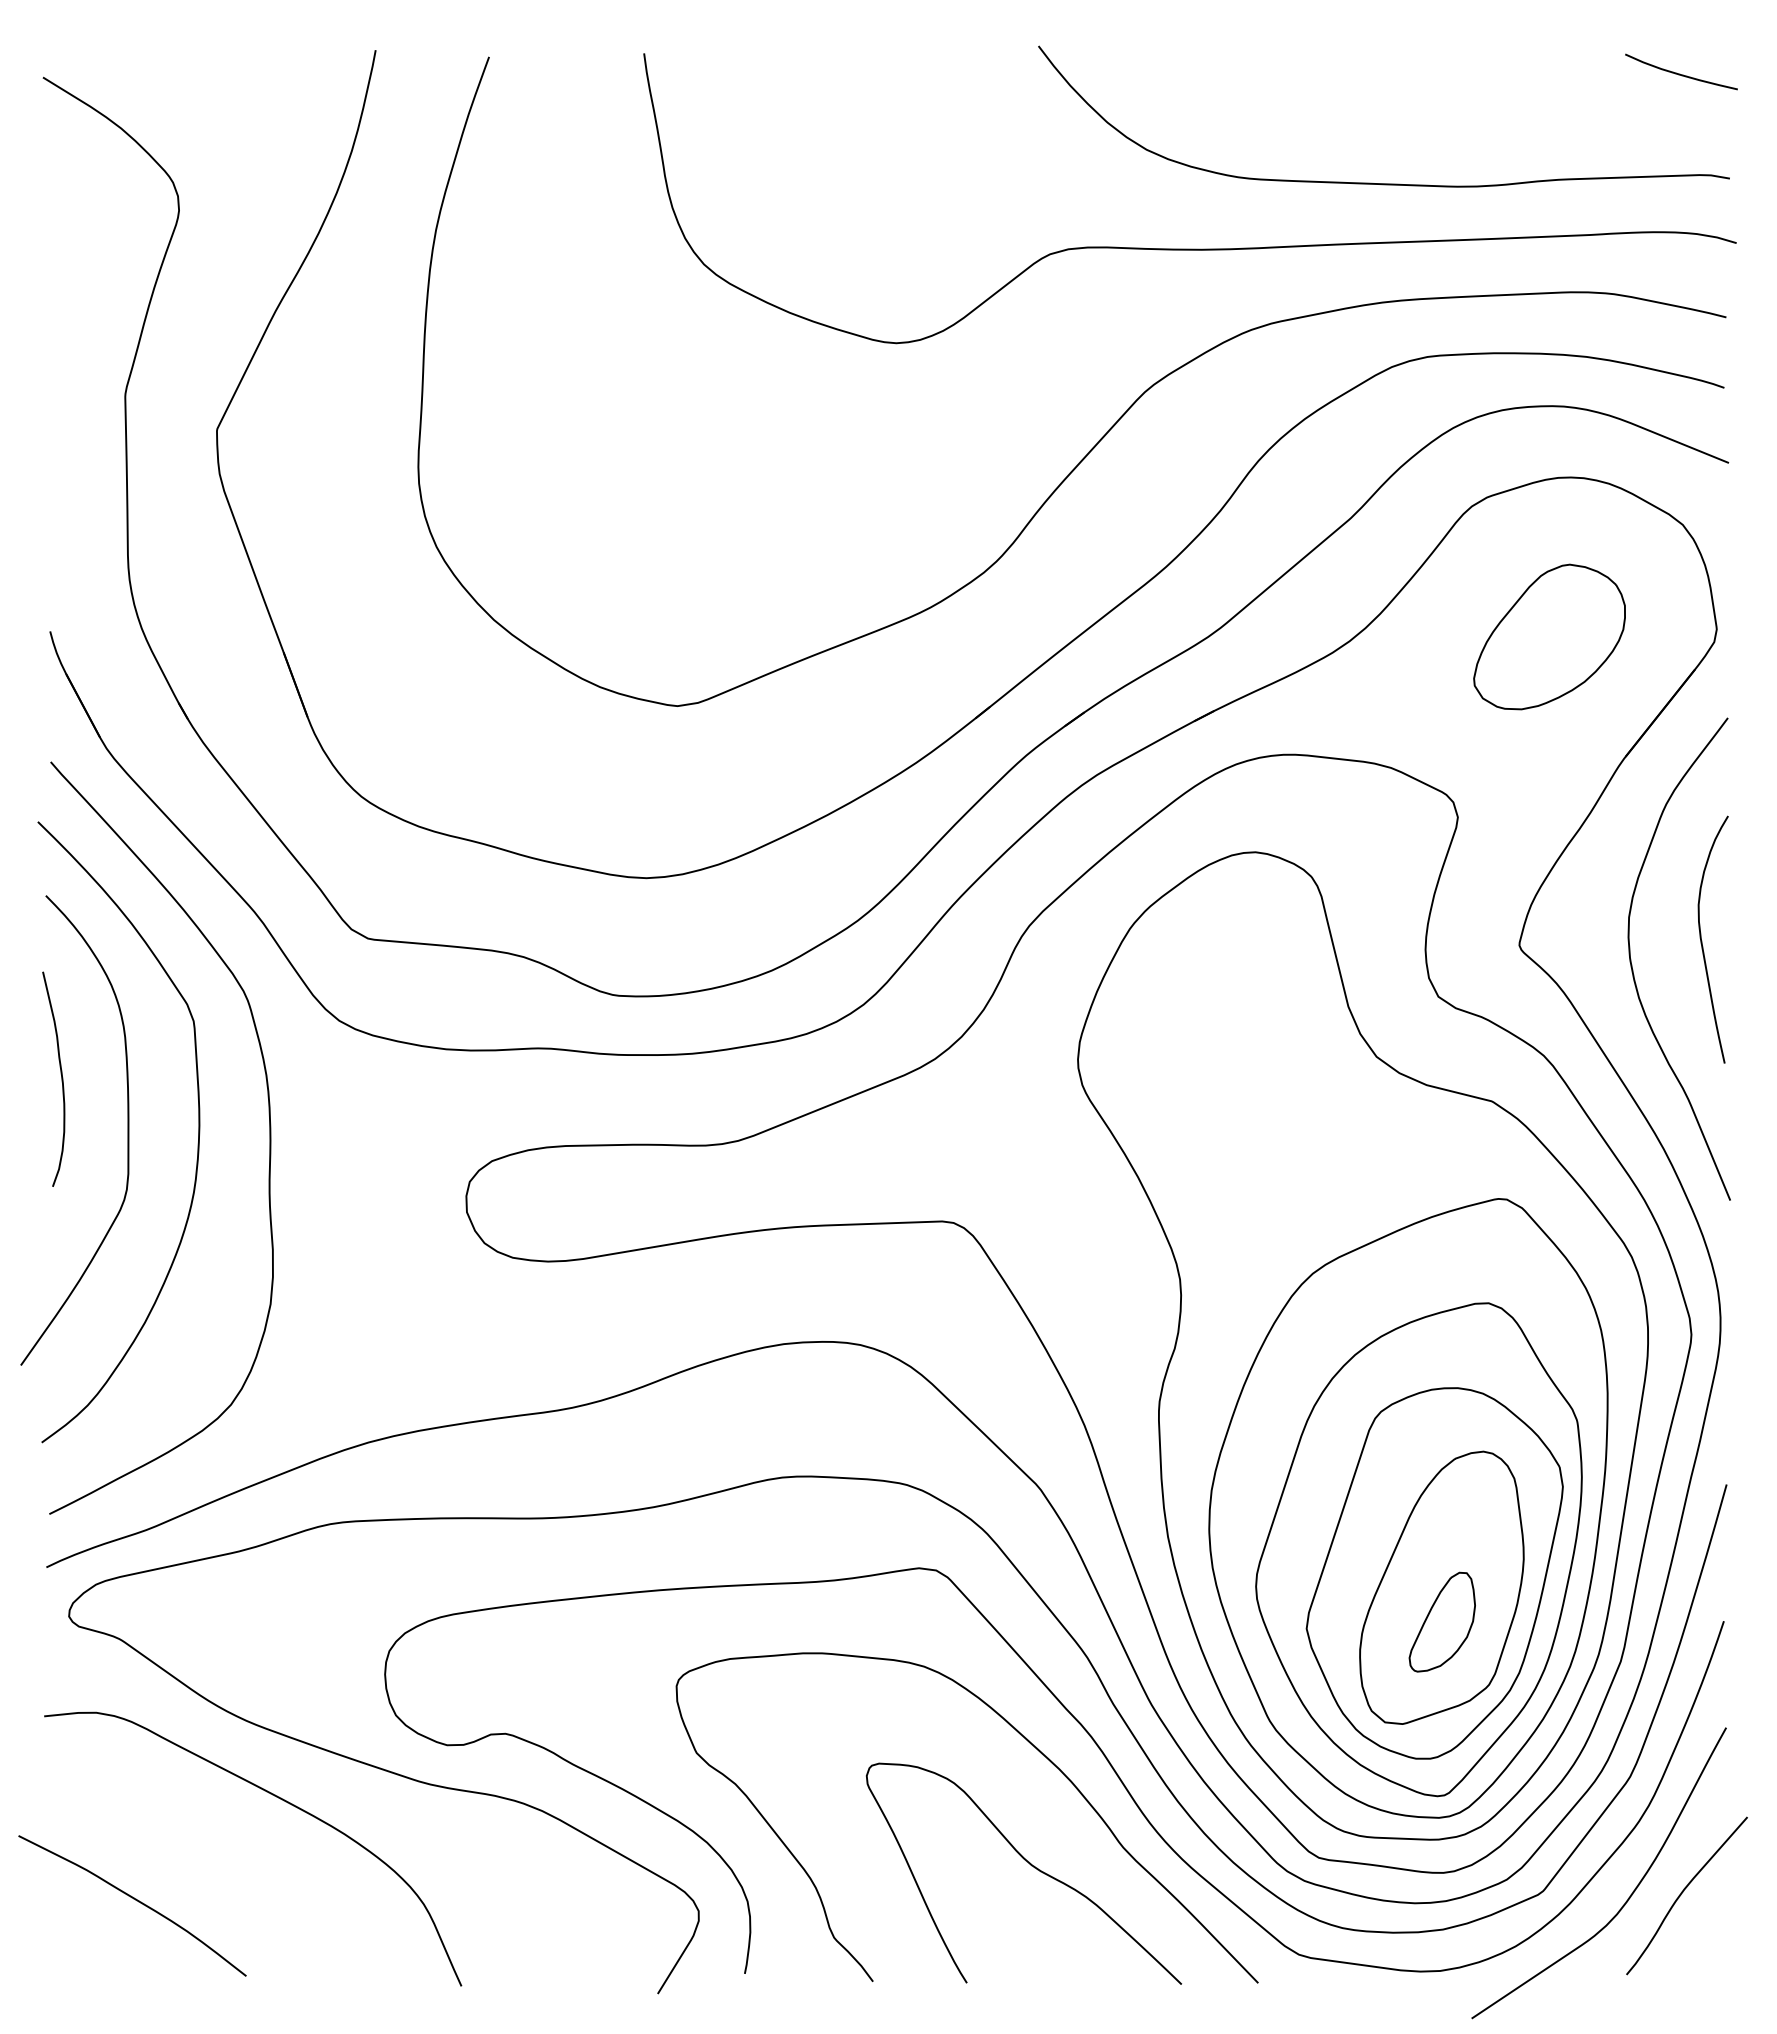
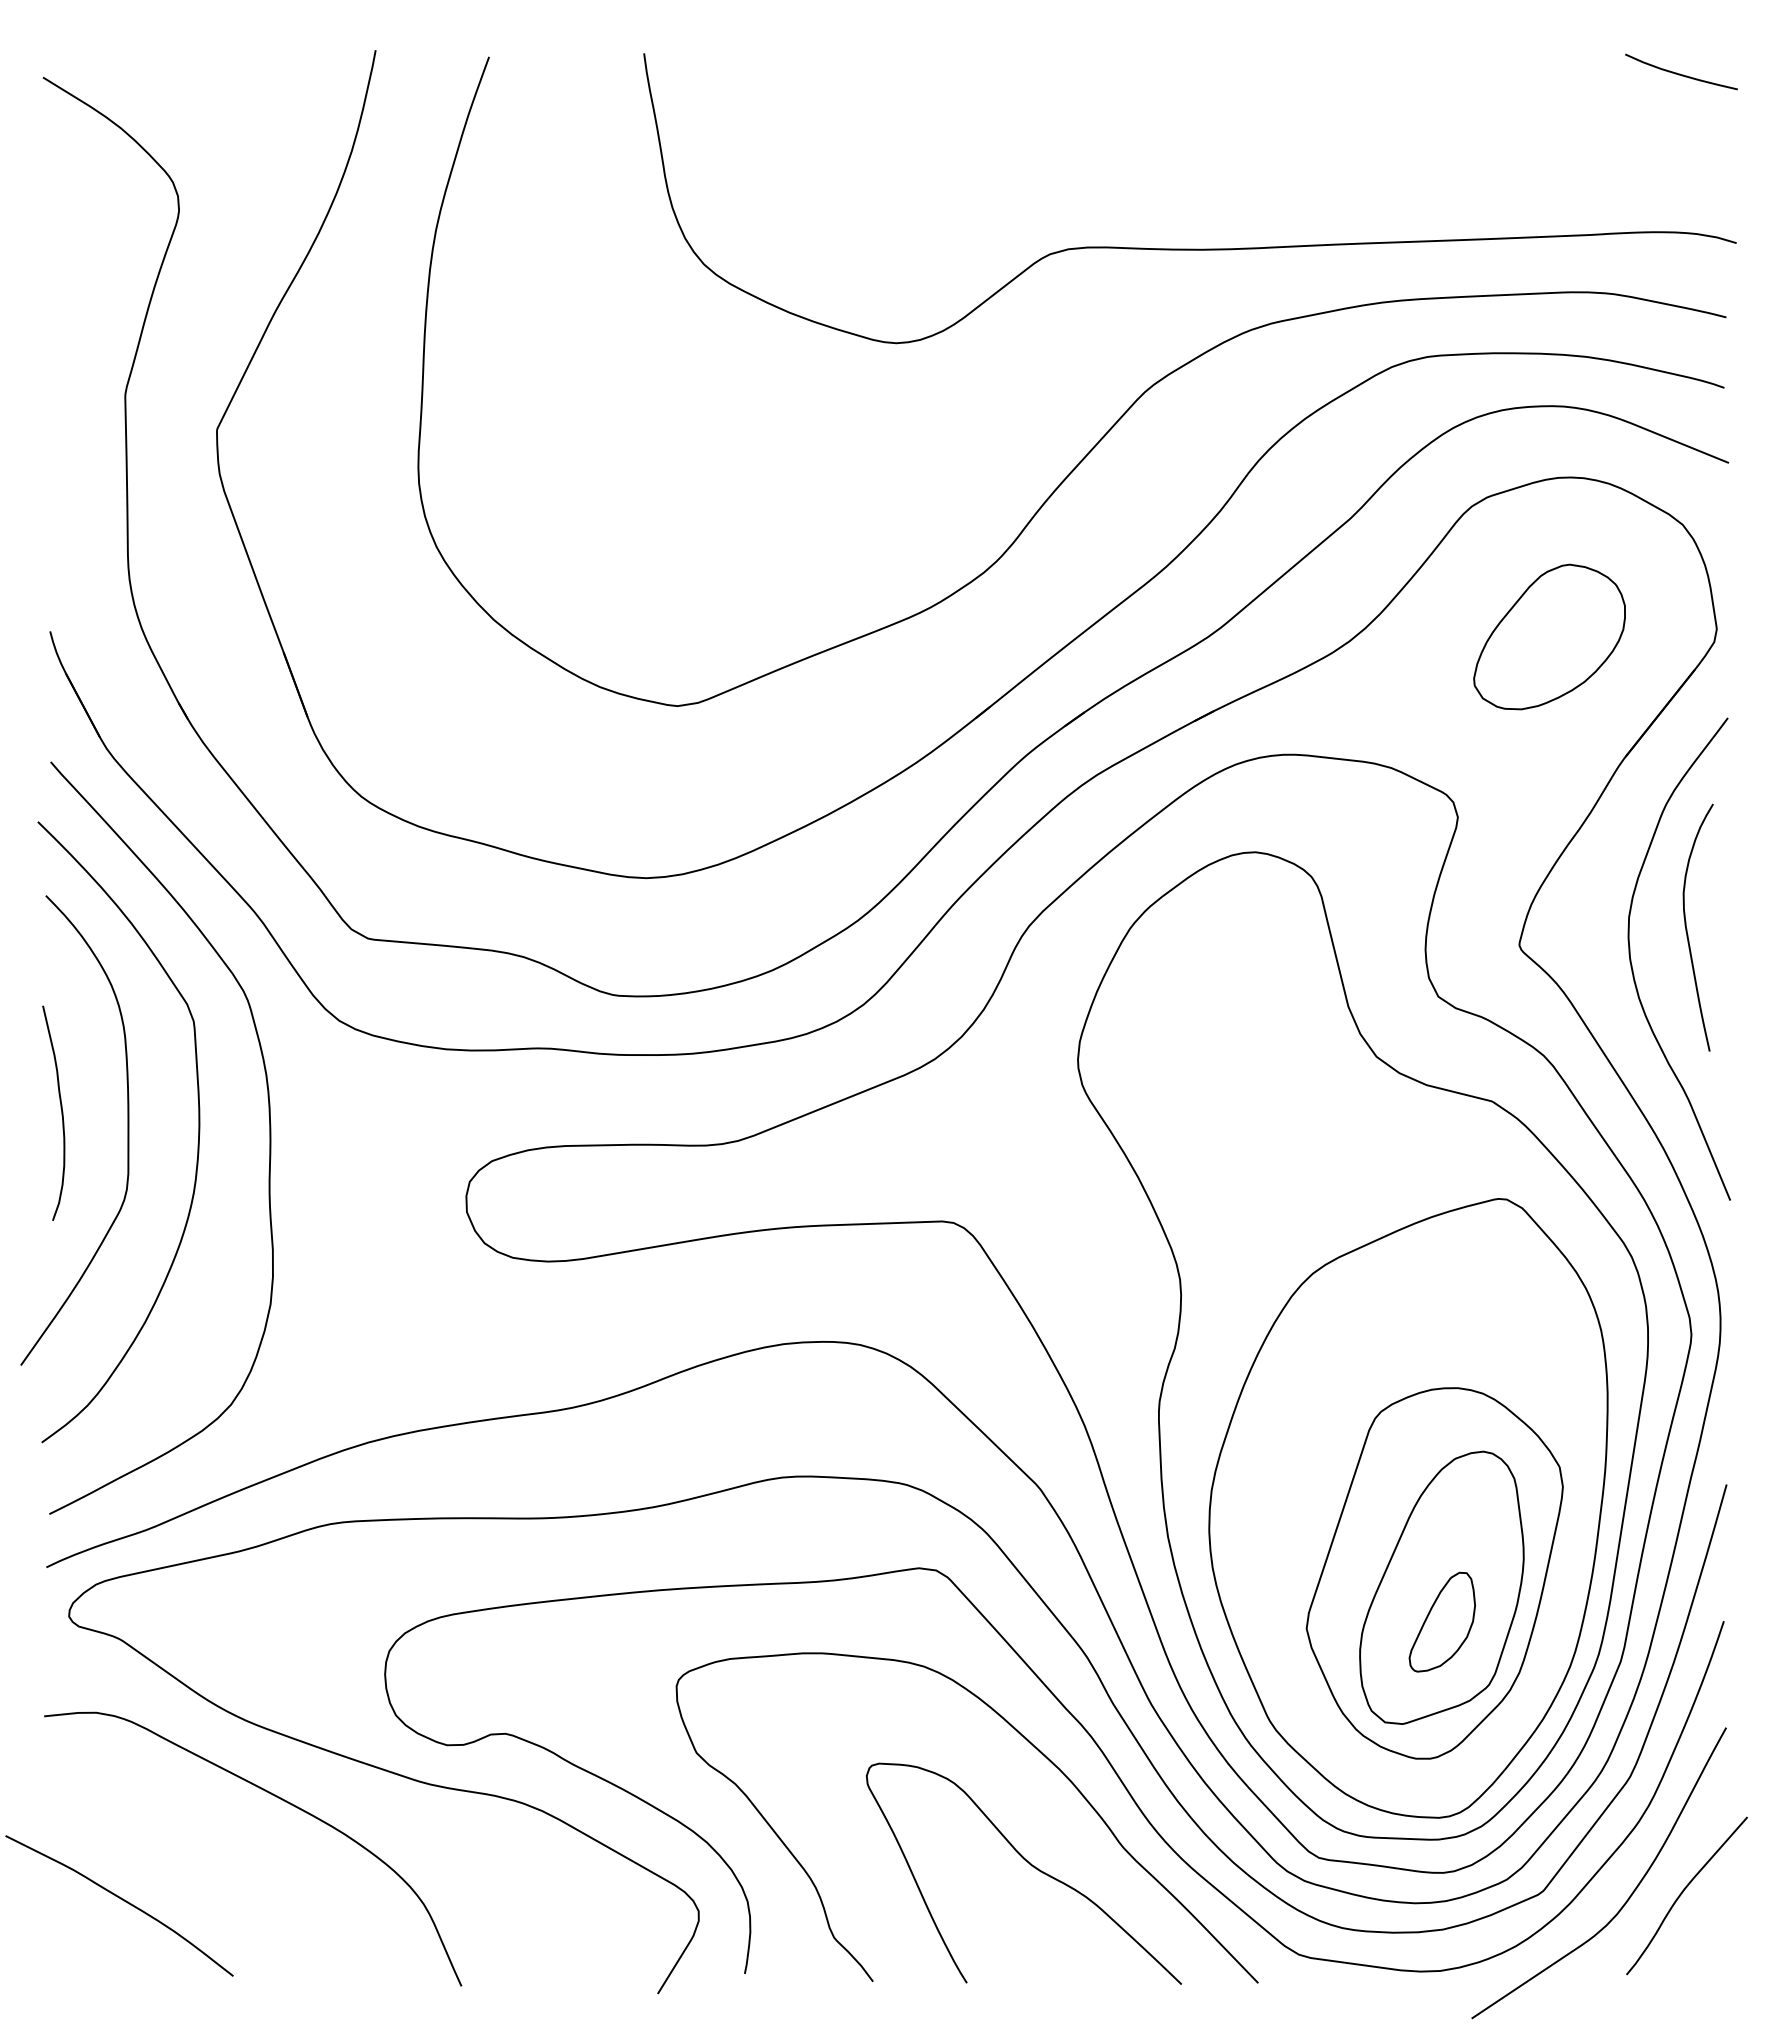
curve at (1383, 183): present -> none
curve at (1702, 940) position: (1702, 940) -> (1687, 928)
curve at (61, 1078) position: (61, 1078) -> (61, 1112)
part at (1418, 1549): present -> none
curve at (135, 1900) position: (135, 1900) -> (122, 1900)
